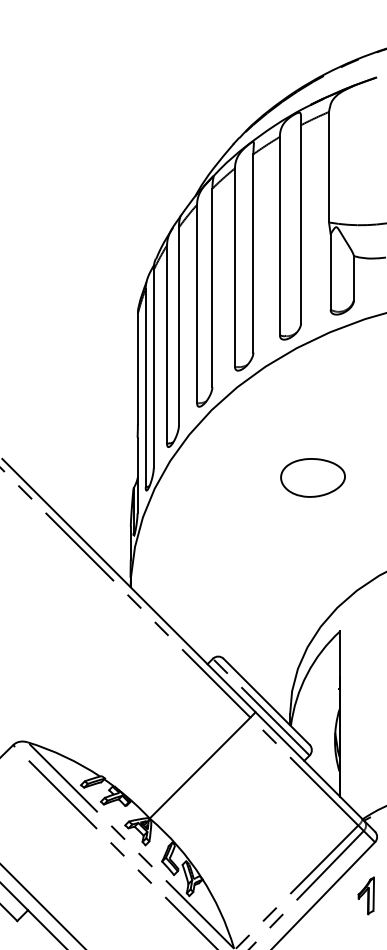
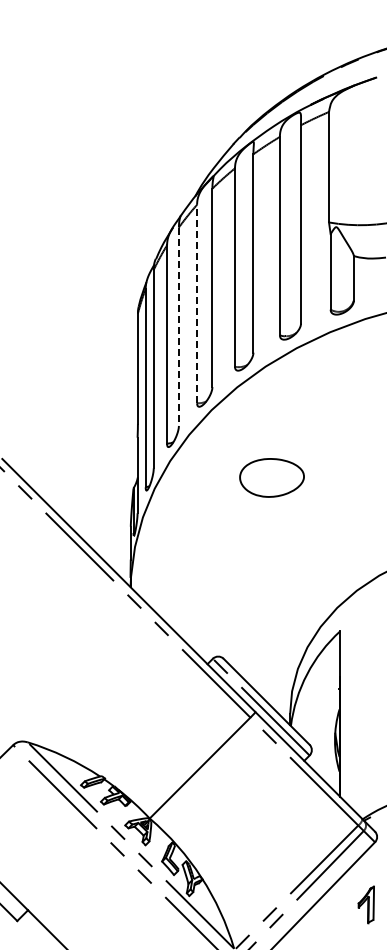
line at (197, 303): solid -> dashed
line at (178, 327): solid -> dashed
part at (312, 477) position: (312, 477) -> (271, 477)
part at (365, 895) position: (365, 895) -> (365, 904)
line at (42, 906): present -> none
